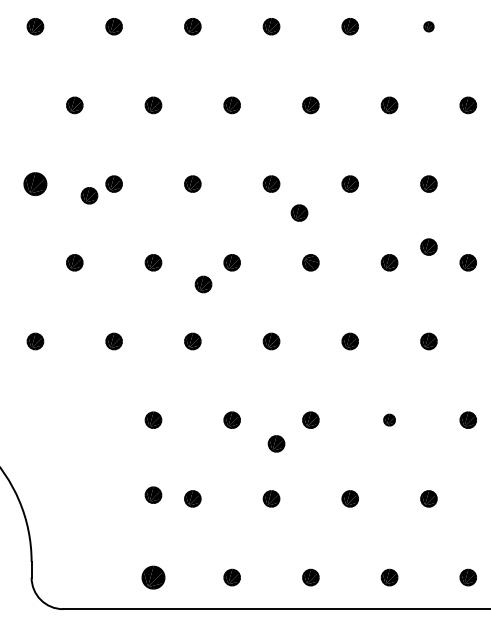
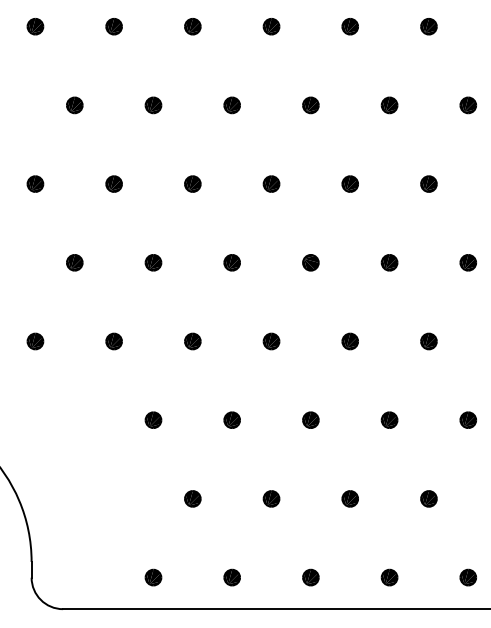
part at (428, 26) size: 12x12 px -> 18x18 px
part at (35, 183) size: 25x24 px -> 19x18 px
part at (89, 195): present -> none
part at (299, 212): present -> none
part at (428, 246): present -> none
part at (203, 284): present -> none
part at (389, 419) size: 13x14 px -> 19x18 px
part at (276, 443): present -> none
part at (153, 494): present -> none
part at (153, 577) size: 25x25 px -> 19x19 px
